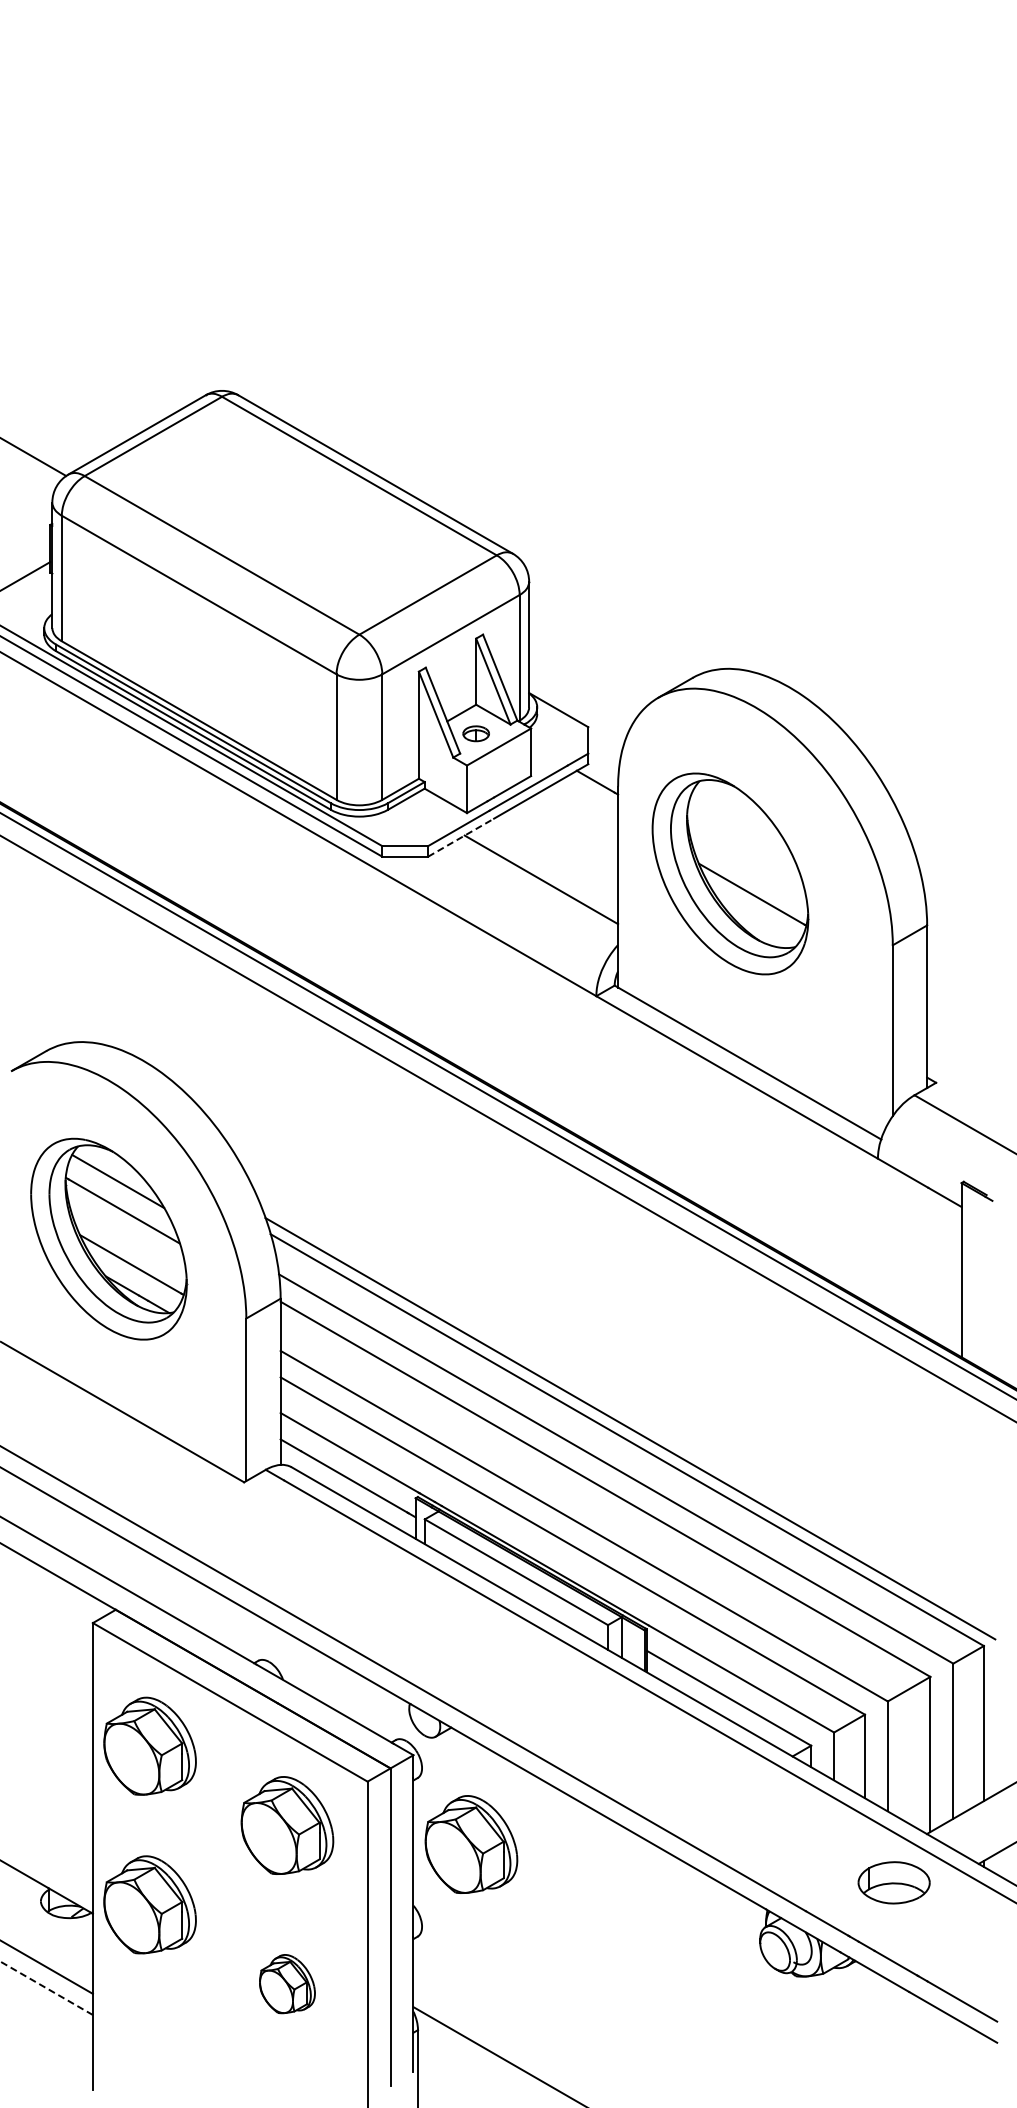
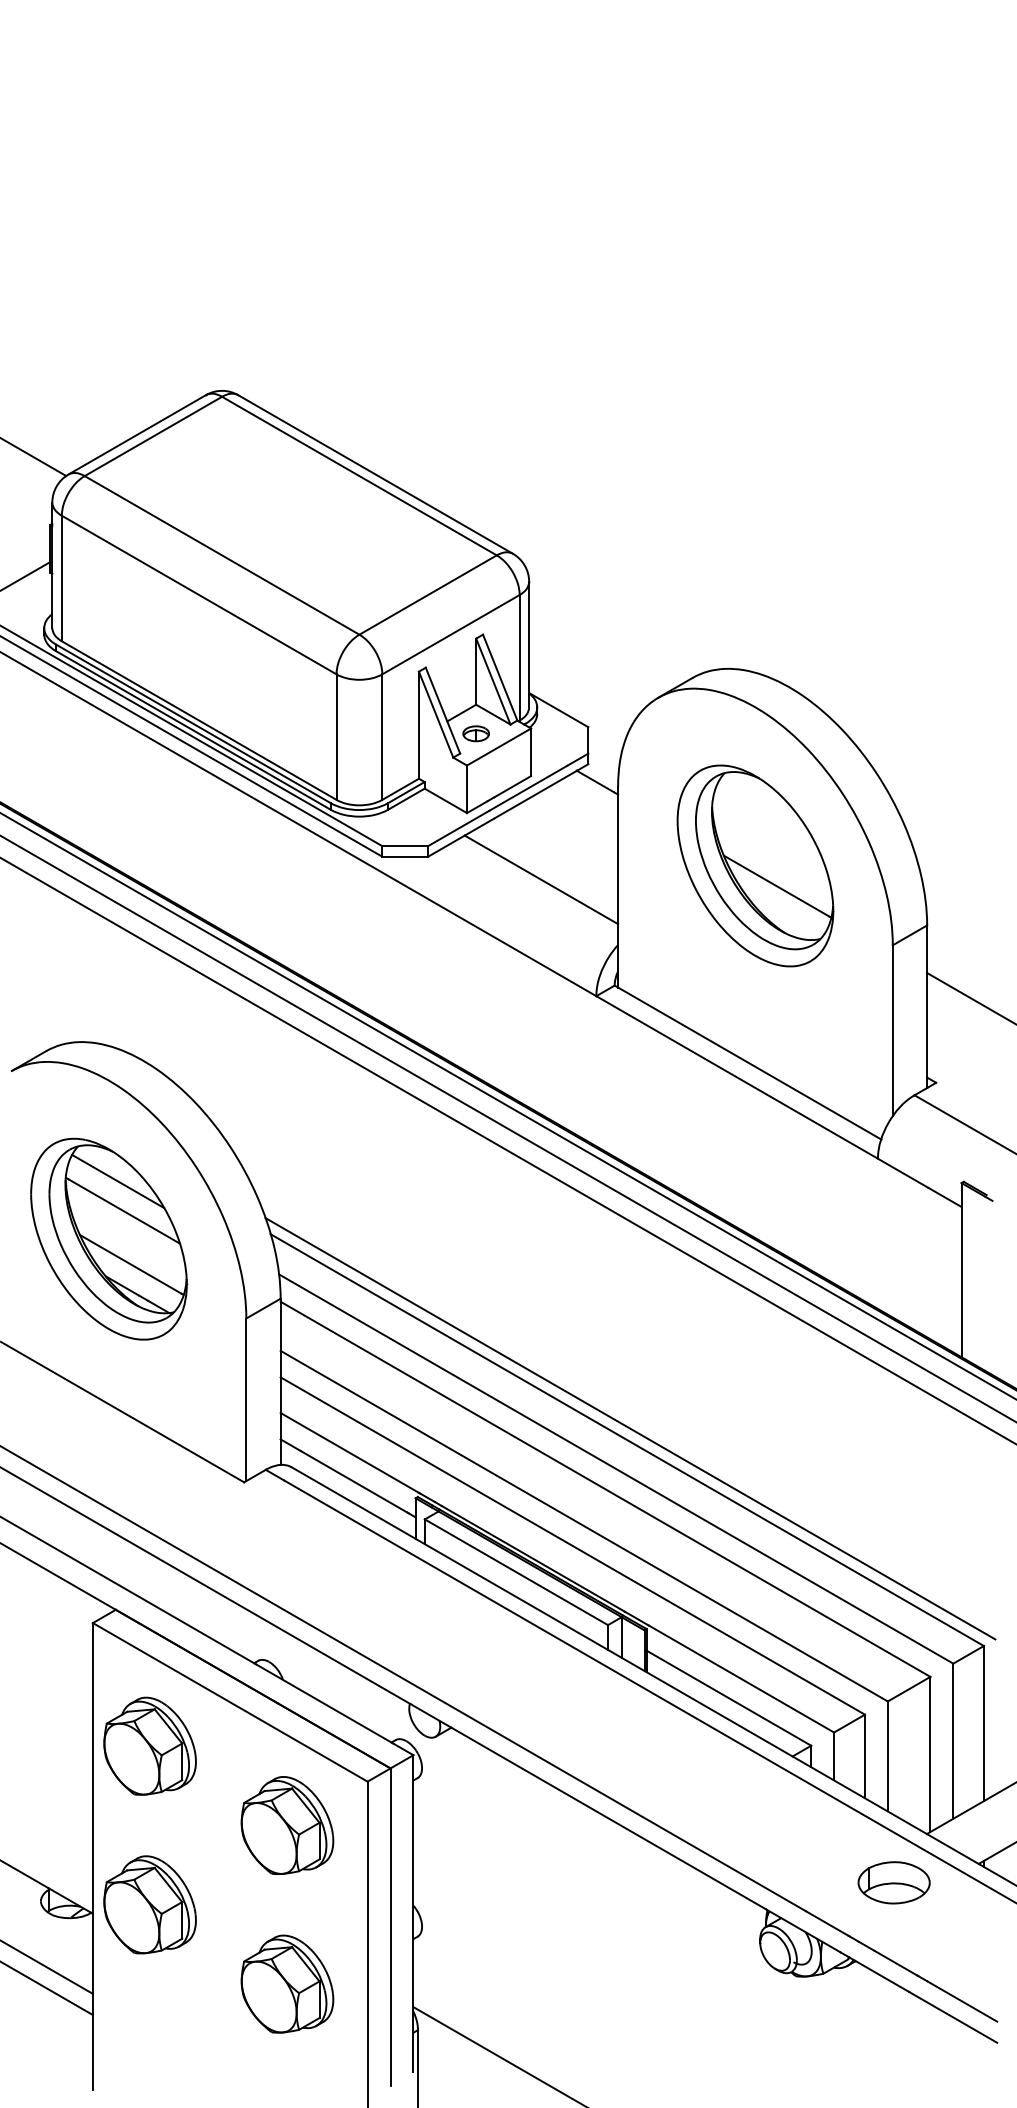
line at (461, 837): dashed -> solid
part at (730, 873) position: (730, 873) -> (755, 865)
line at (970, 998): none -> present
line at (507, 1150): none -> present
part at (471, 1844): present -> none
part at (287, 1984) size: 57x61 px -> 95x100 px
line at (46, 1988): dashed -> solid
